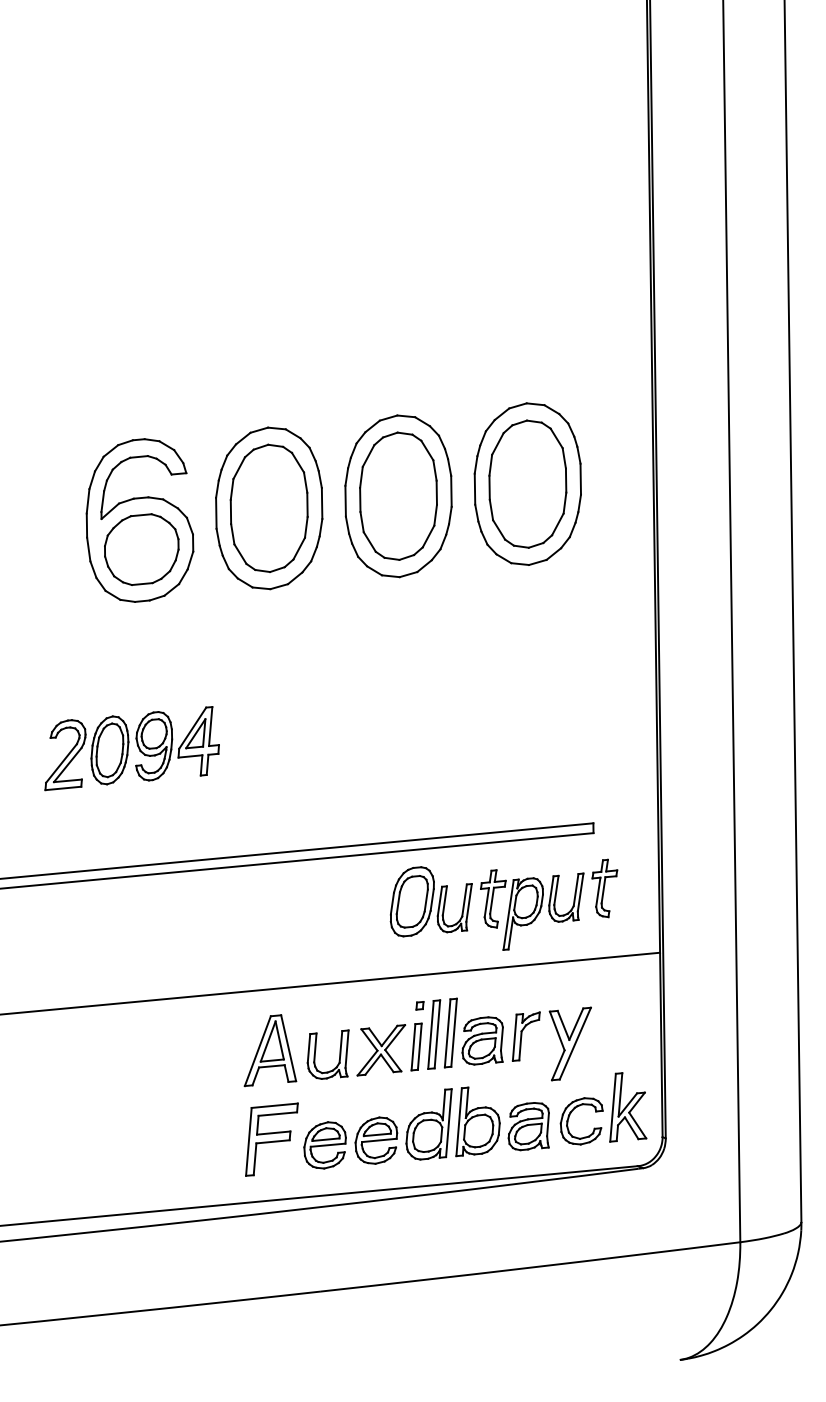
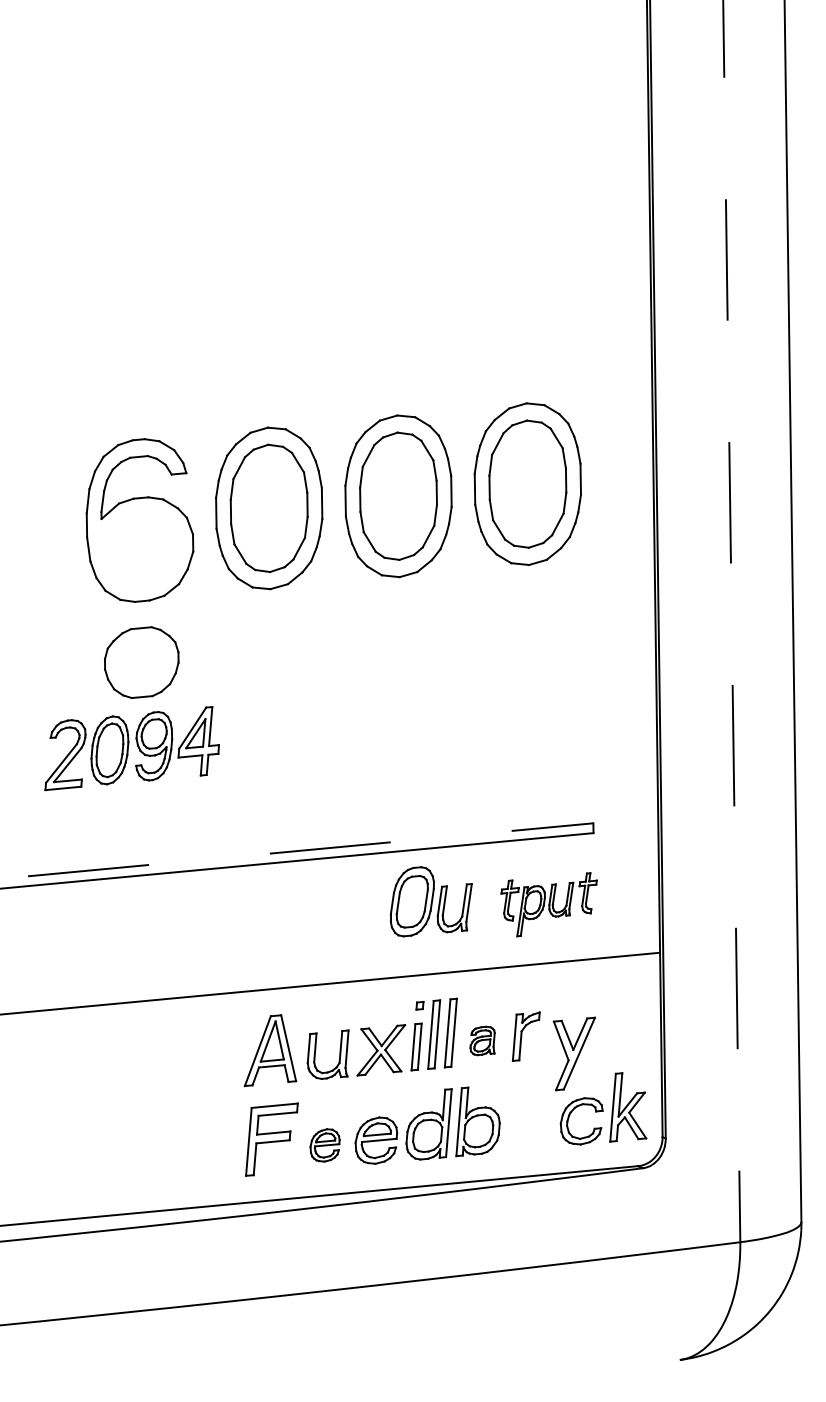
part at (141, 549) position: (141, 549) -> (141, 662)
line at (731, 621): solid -> dashed
line at (296, 851): solid -> dashed
part at (549, 904) size: 139x93 px -> 98x66 px
part at (482, 1040) size: 43x50 px -> 27x32 px
part at (569, 1043) position: (569, 1043) -> (573, 1053)
part at (528, 1126): present -> none
part at (324, 1145) size: 44x49 px -> 32x35 px
